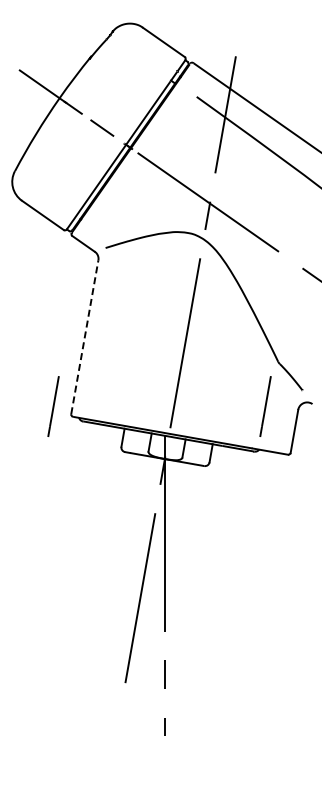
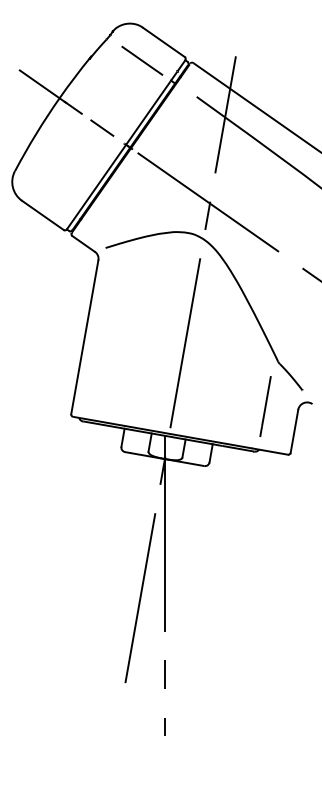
line at (142, 60): none -> present
line at (84, 337): dashed -> solid
line at (53, 406): present -> none
